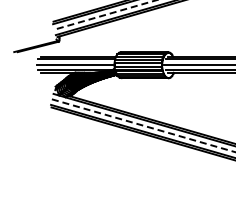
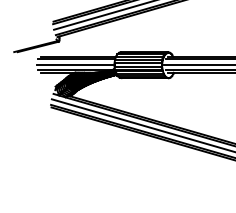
line at (104, 15): dashed -> solid
line at (144, 125): dashed -> solid
